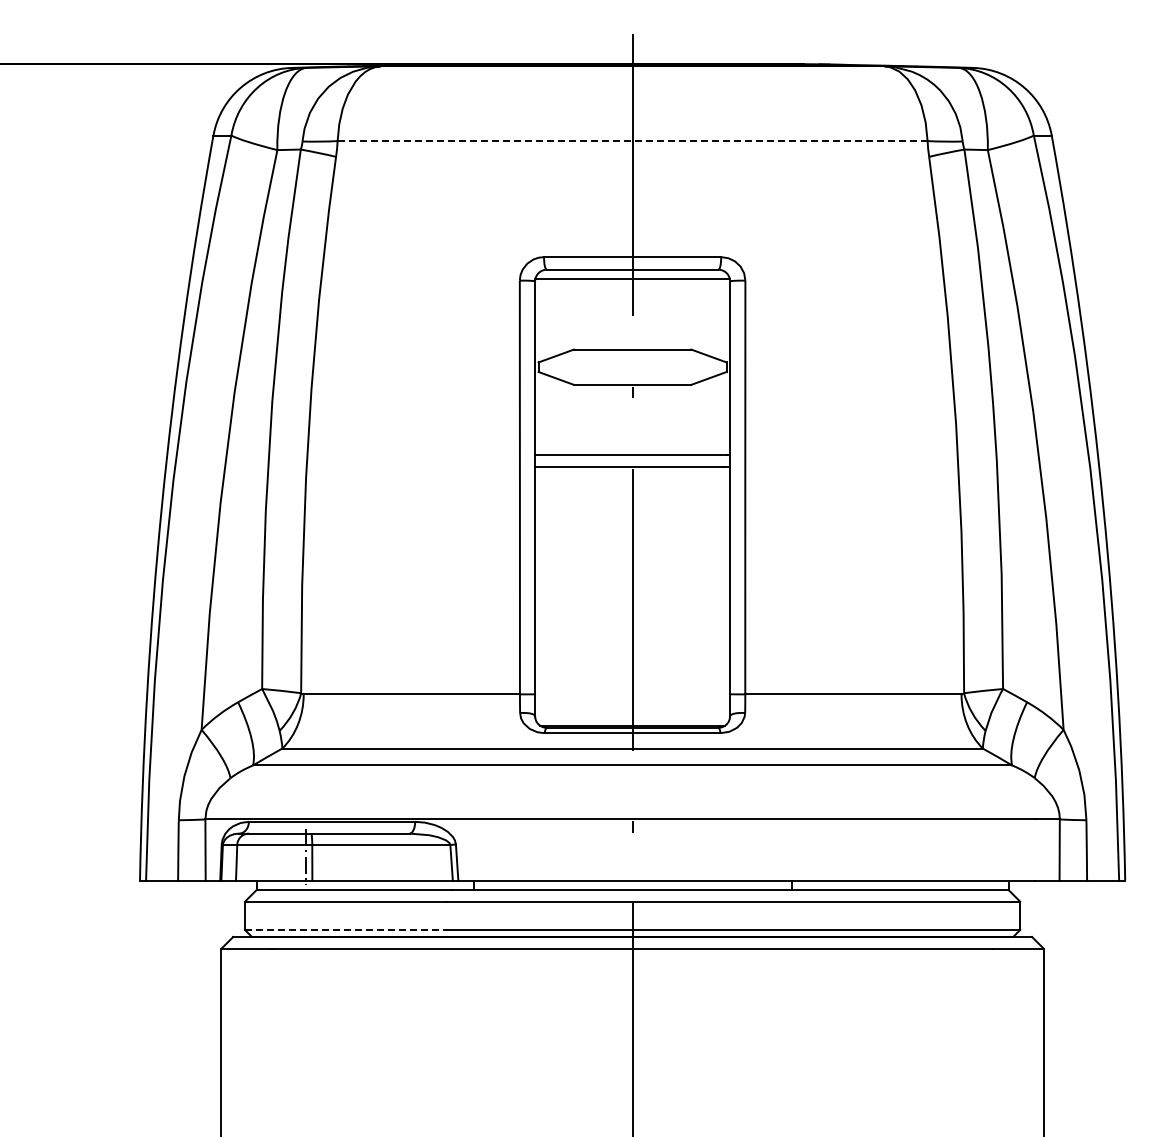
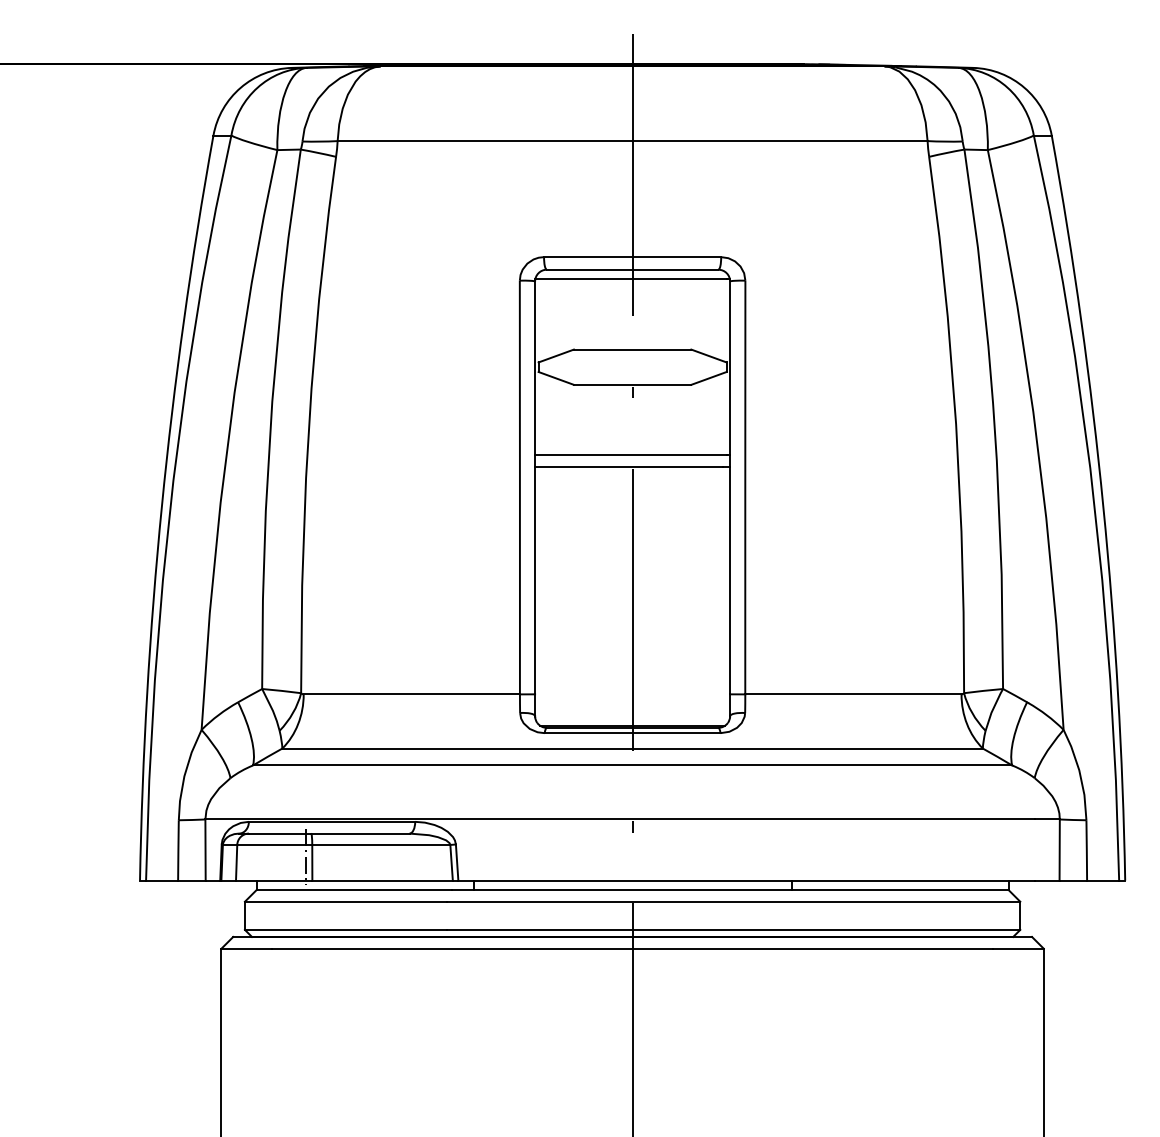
line at (632, 141): dashed -> solid
line at (345, 929): dashed -> solid
